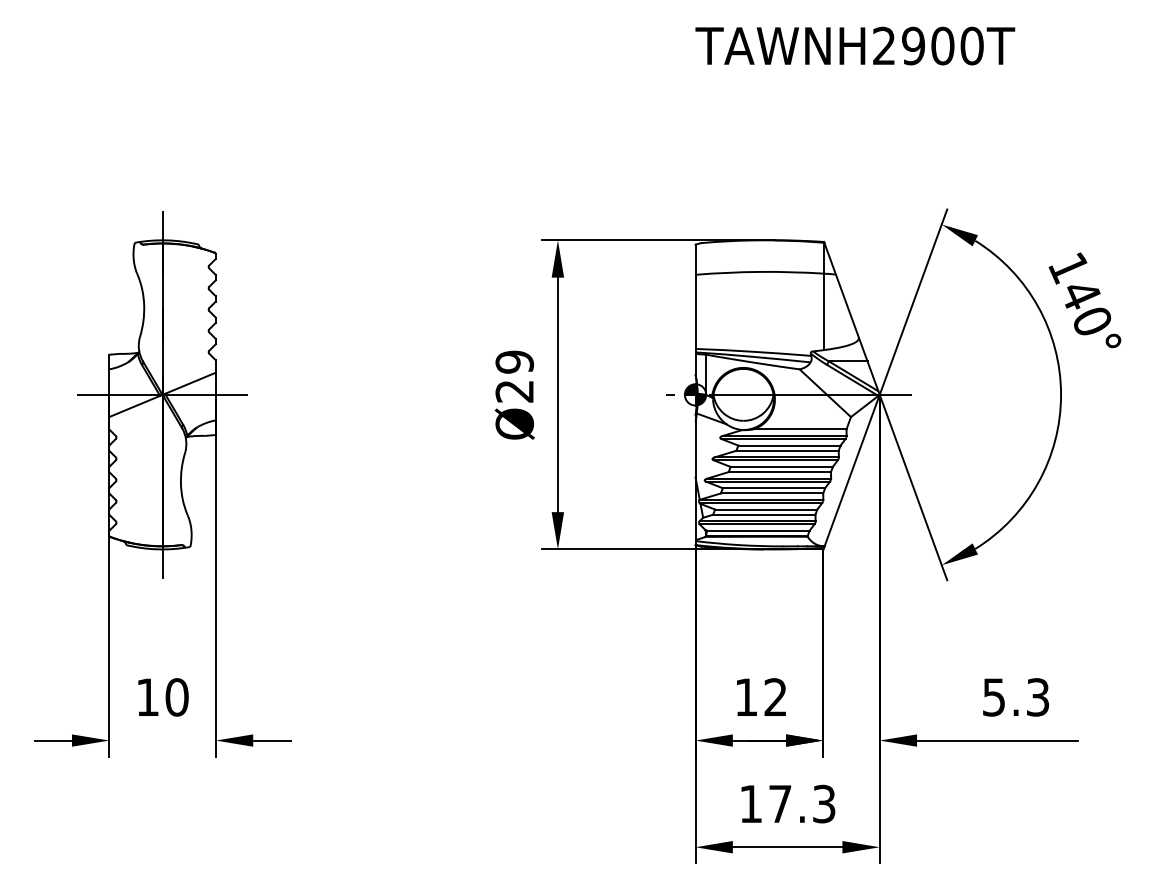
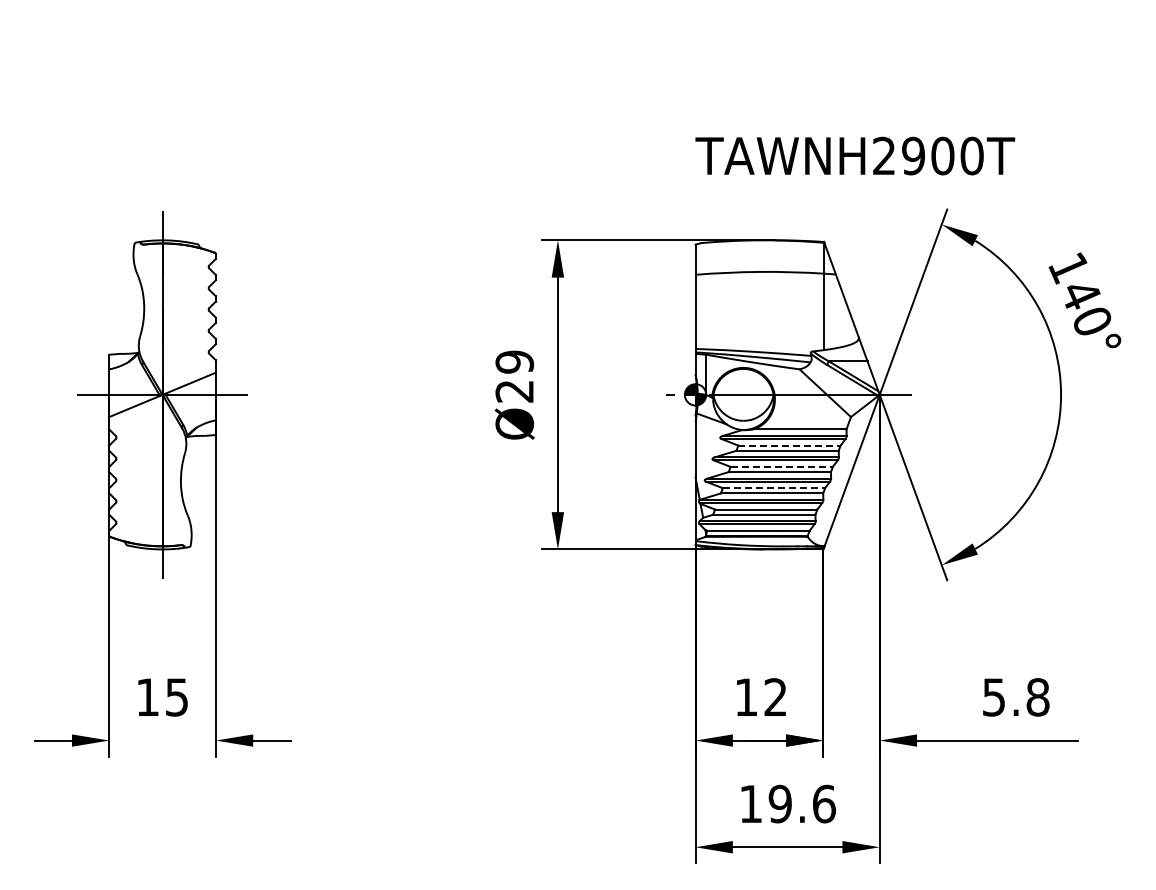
text at (855, 45) position: (855, 45) -> (855, 155)
line at (789, 445): solid -> dashed
line at (782, 466): solid -> dashed
line at (774, 488): solid -> dashed
text at (176, 697): 10 -> 15
text at (1037, 697): 5.3 -> 5.8
text at (802, 803): 17.3 -> 19.6
